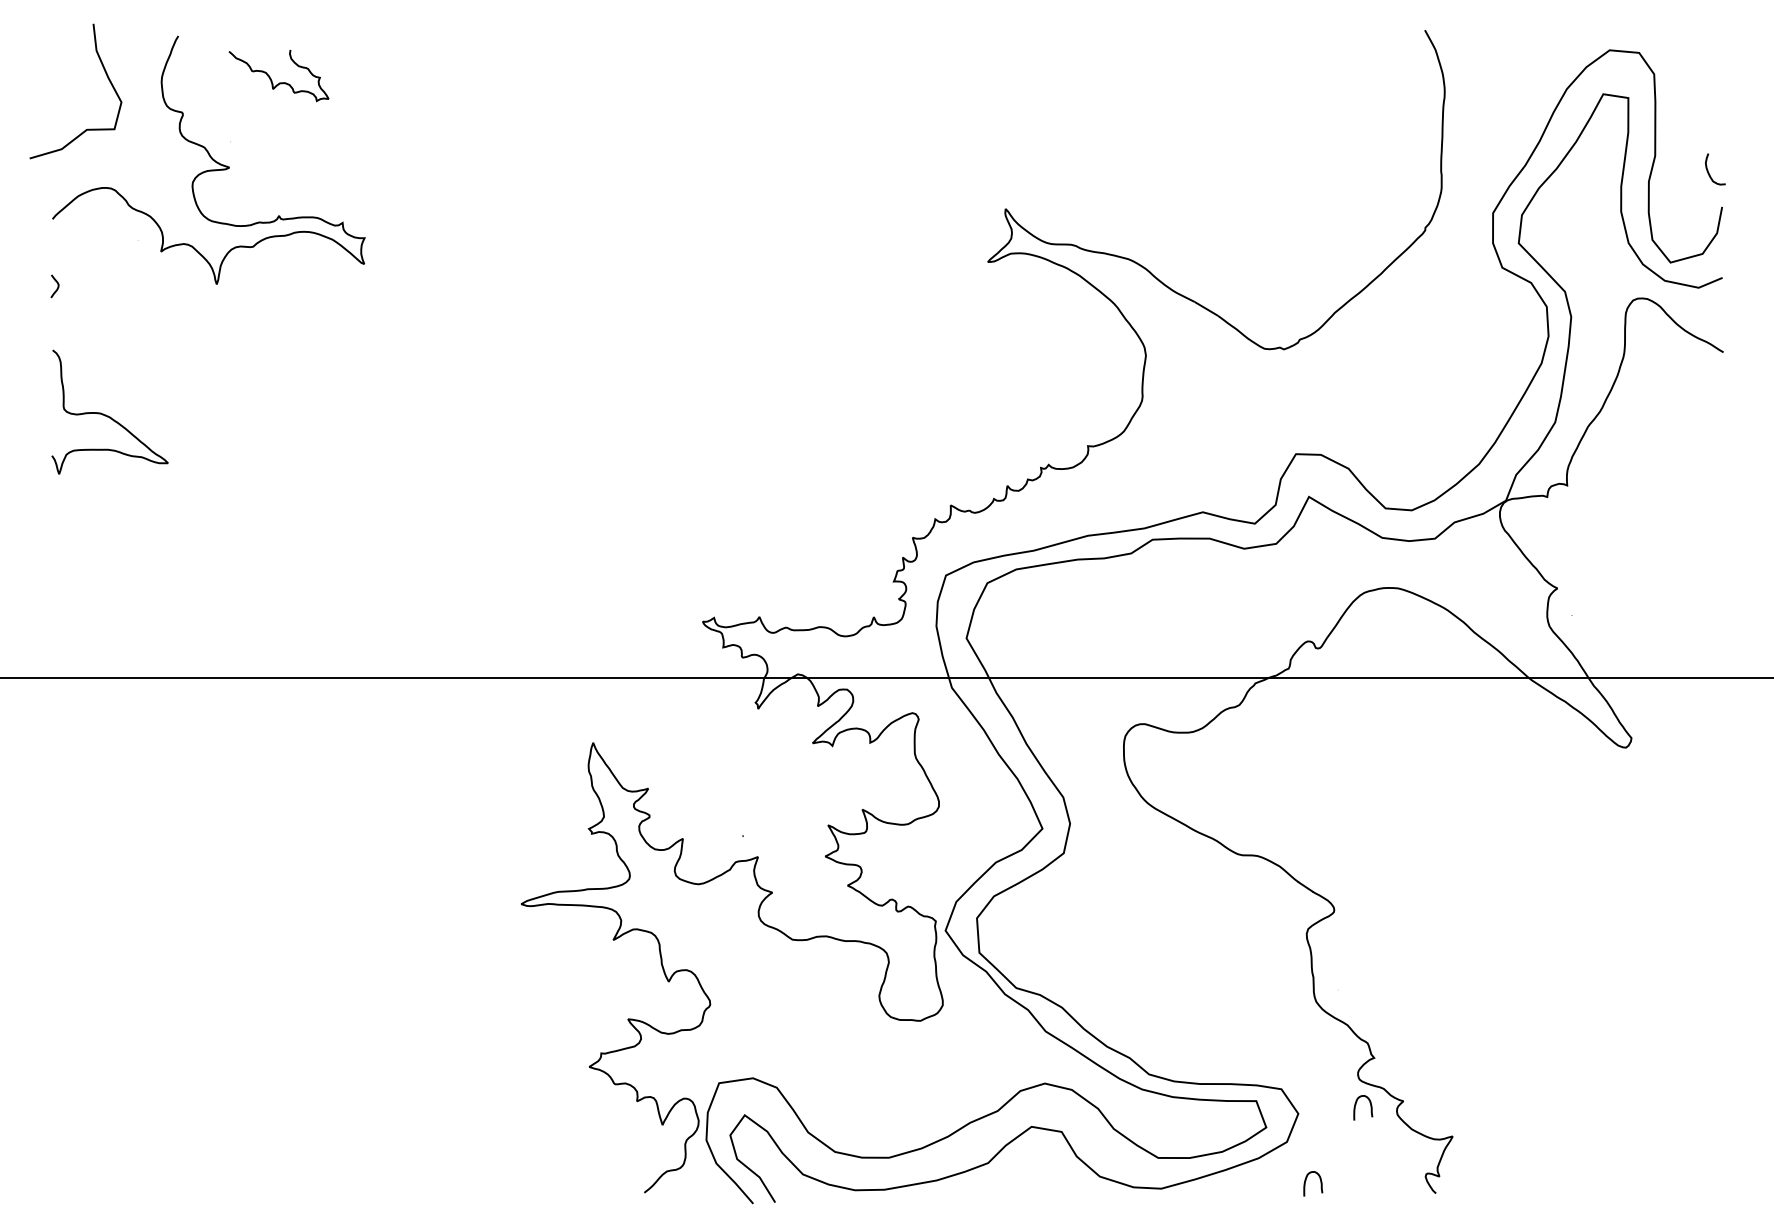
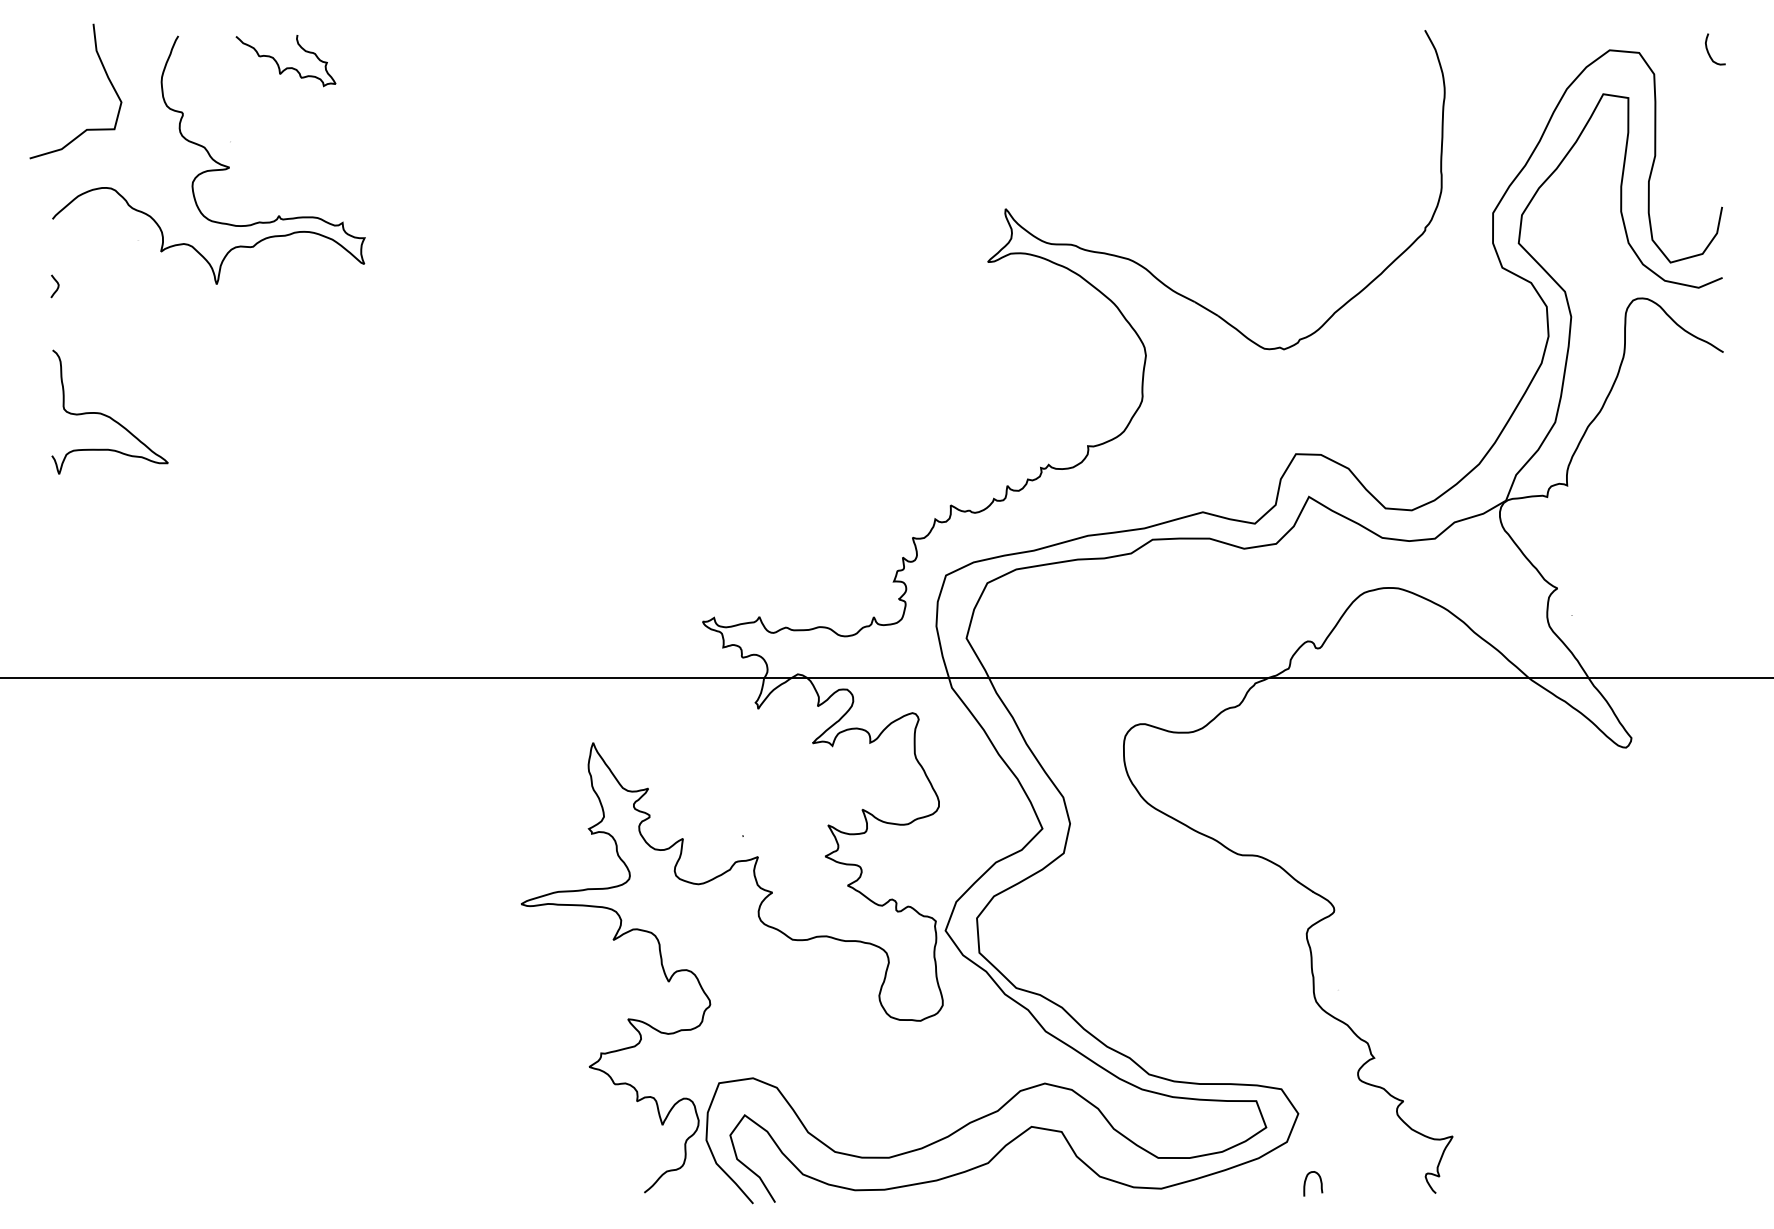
curve at (279, 82) position: (279, 82) -> (286, 67)
curve at (1709, 172) position: (1709, 172) -> (1709, 52)
curve at (1370, 1107): present -> none
